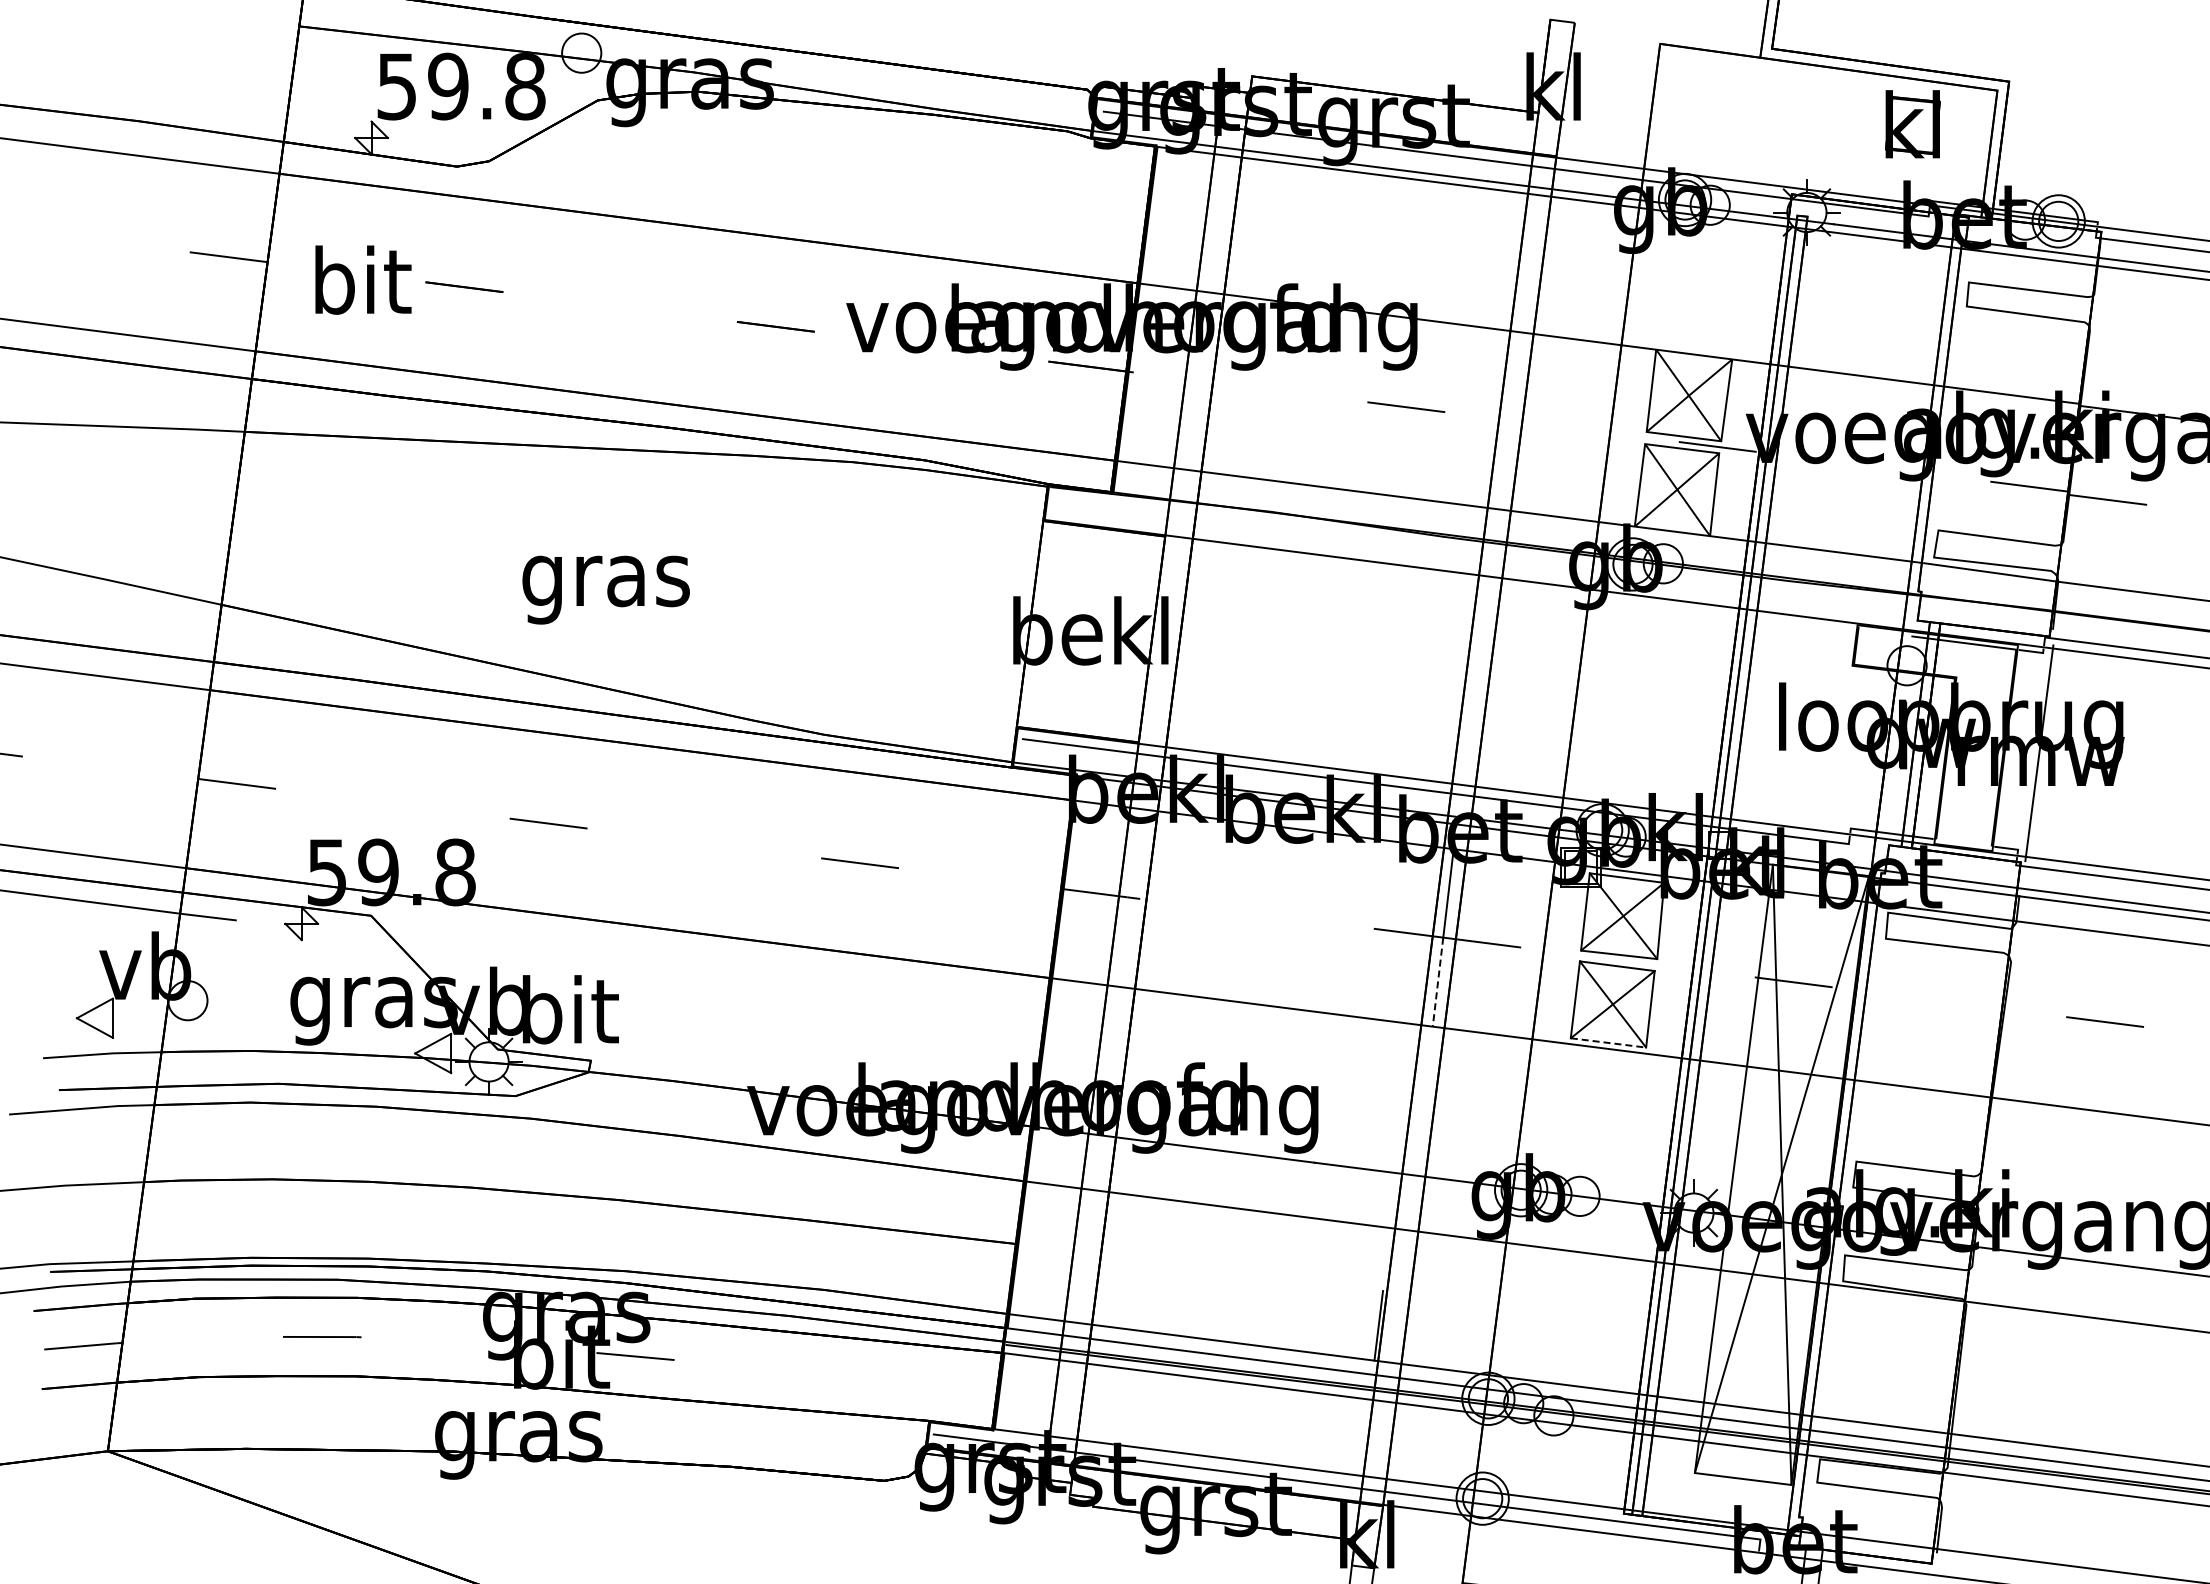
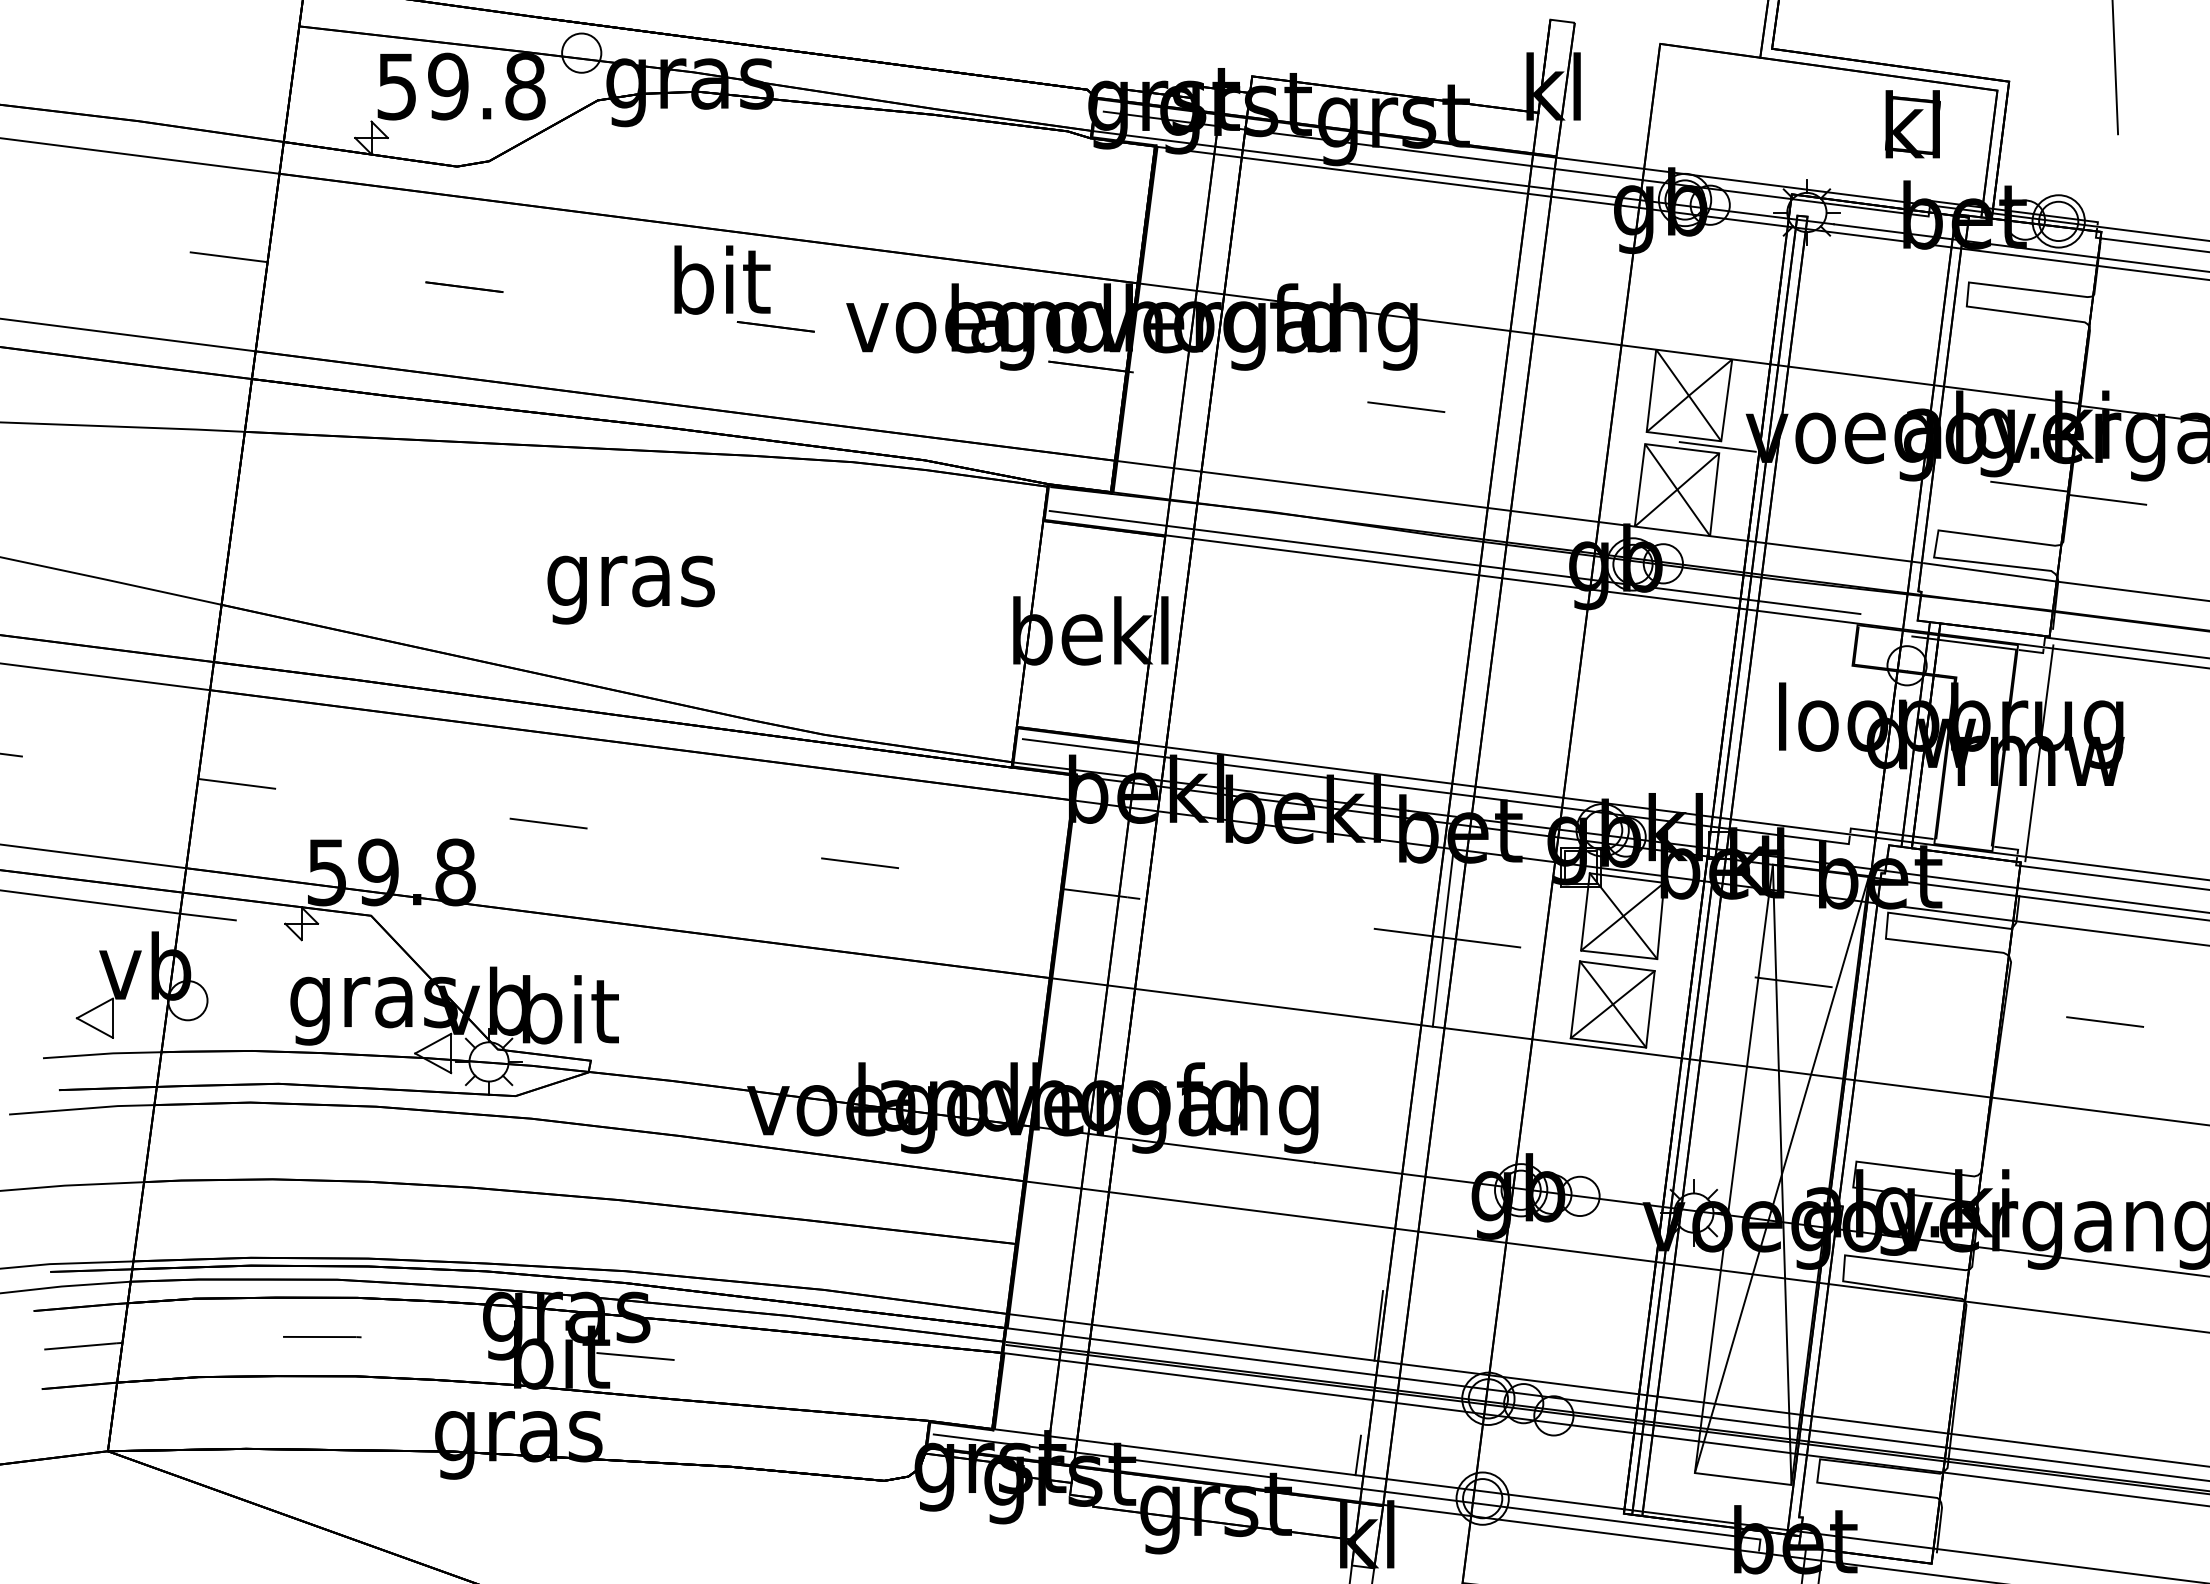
line at (2115, 68): none -> present
text at (363, 279) position: (363, 279) -> (722, 279)
line at (1454, 562): none -> present
text at (605, 589) position: (605, 589) -> (630, 589)
line at (1438, 982): dashed -> solid
line at (1608, 1042): dashed -> solid
line at (1357, 1455): none -> present
